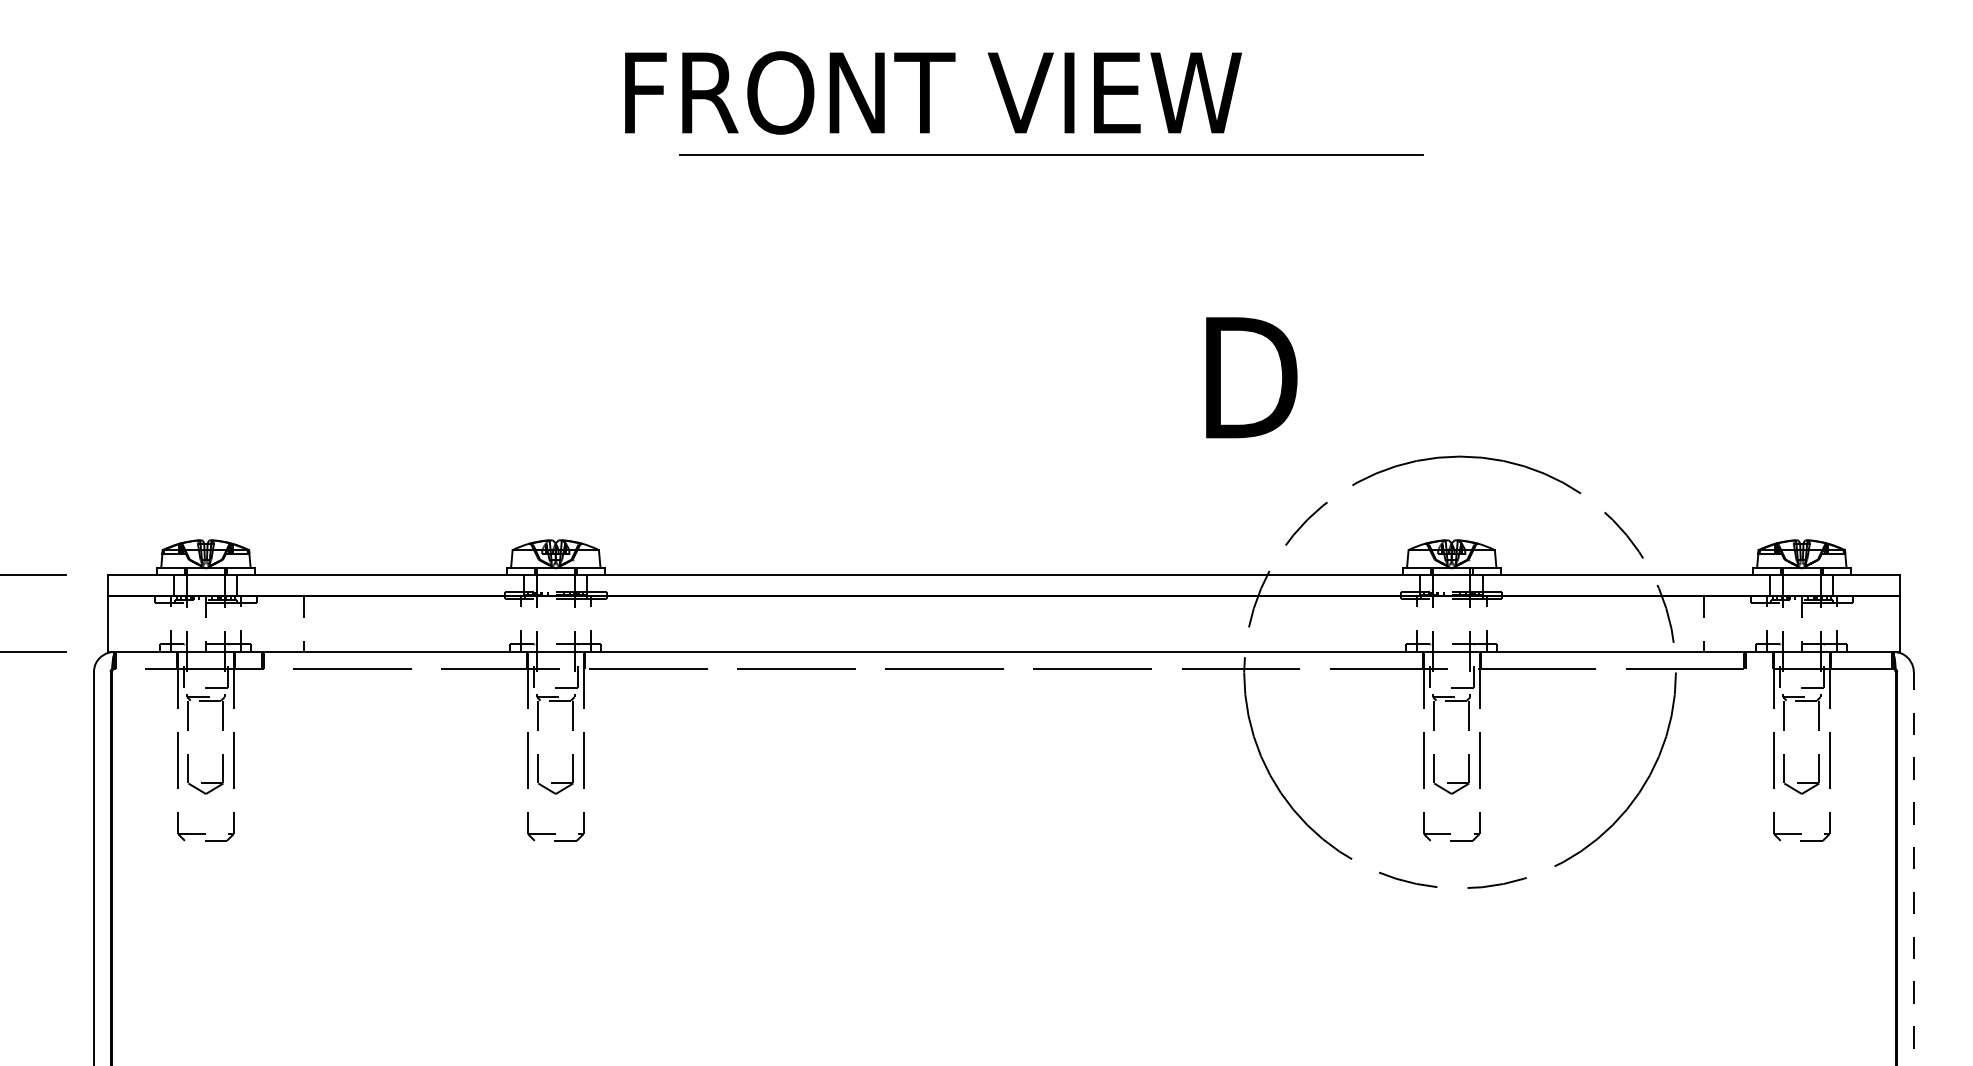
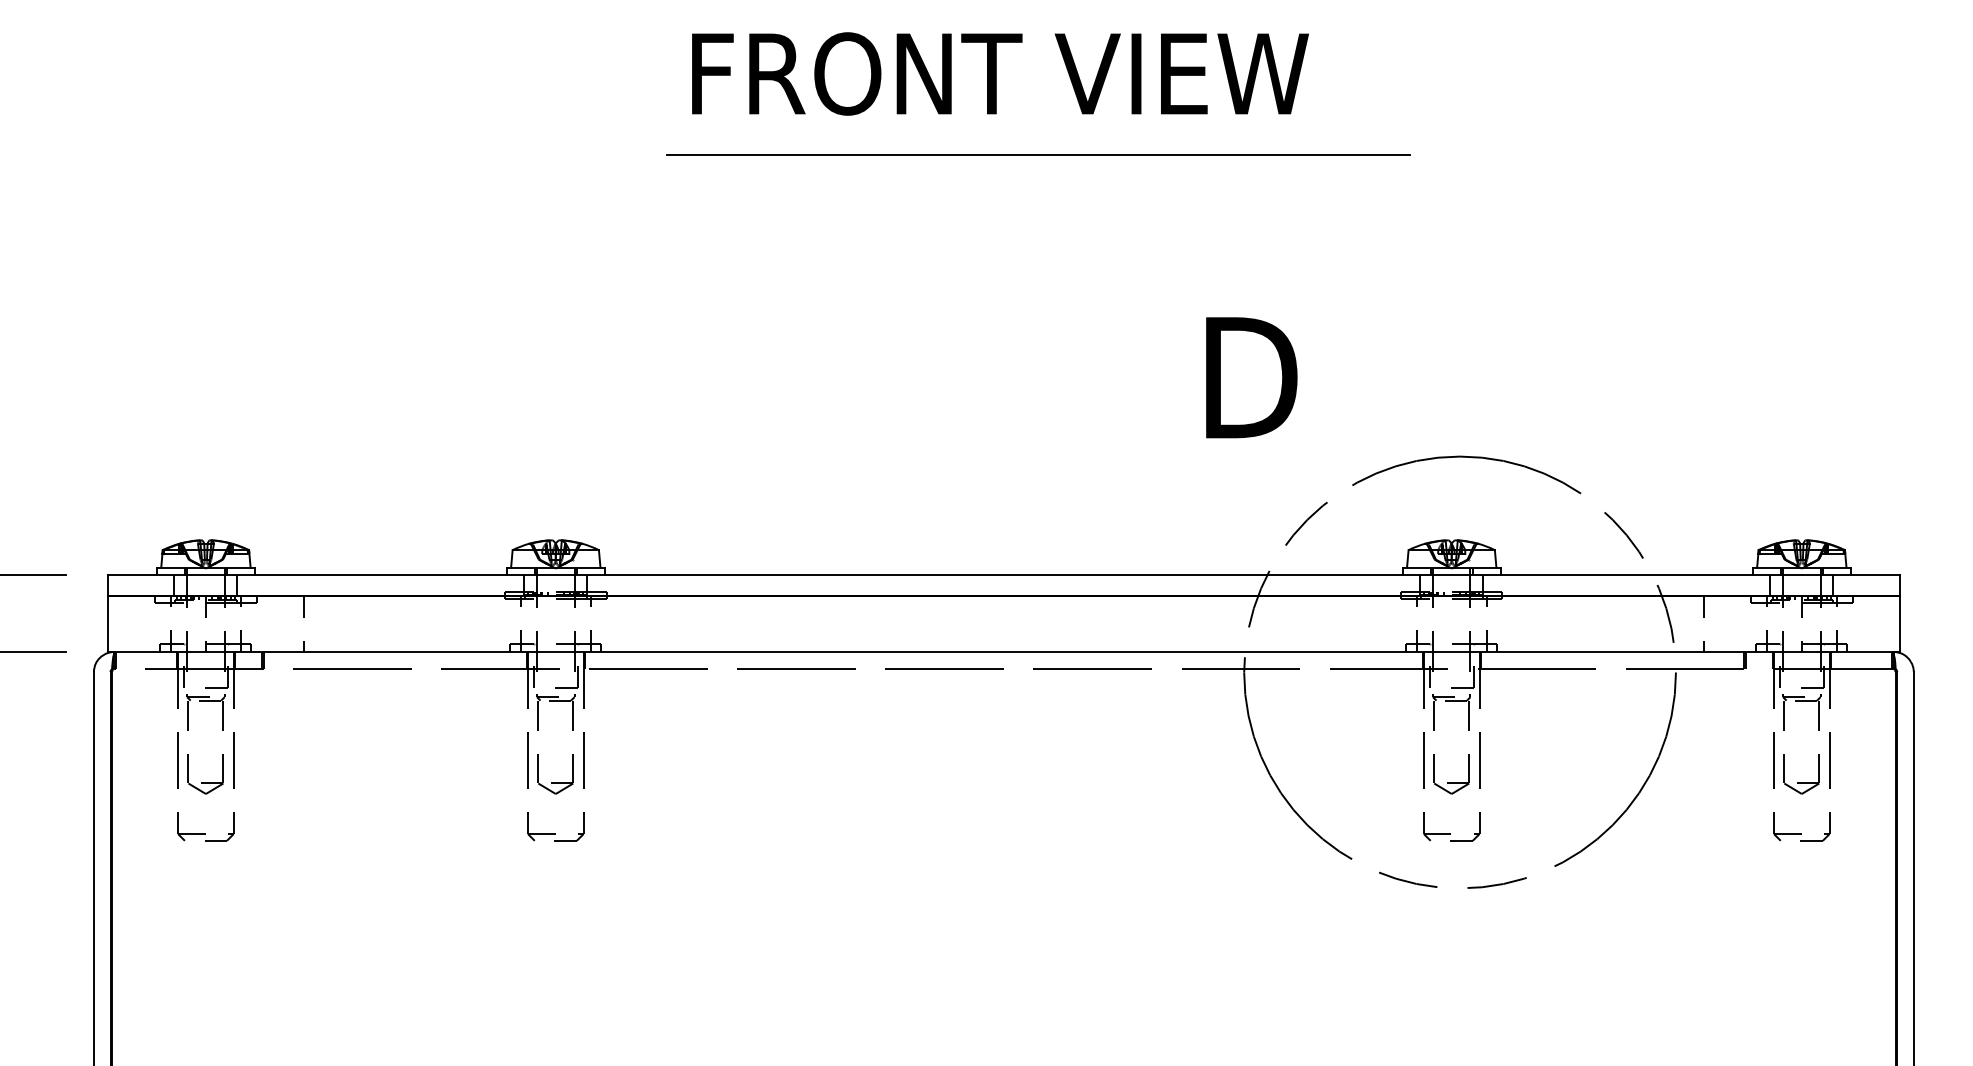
text at (933, 92) position: (933, 92) -> (1000, 73)
line at (1051, 154) position: (1051, 154) -> (1038, 154)
line at (1913, 868): dashed -> solid
